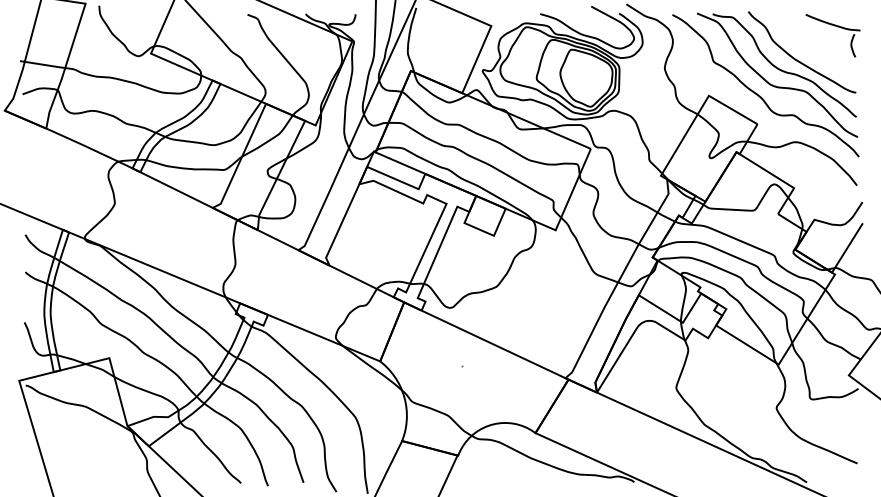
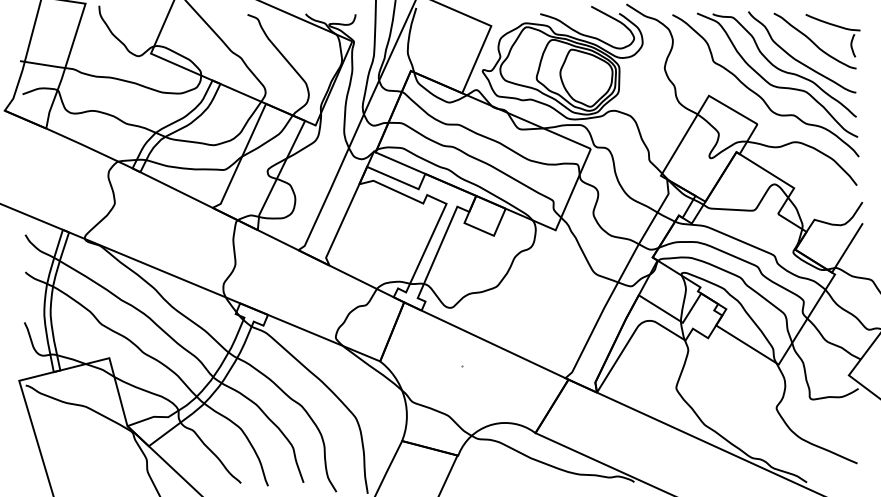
curve at (813, 41): none -> present
